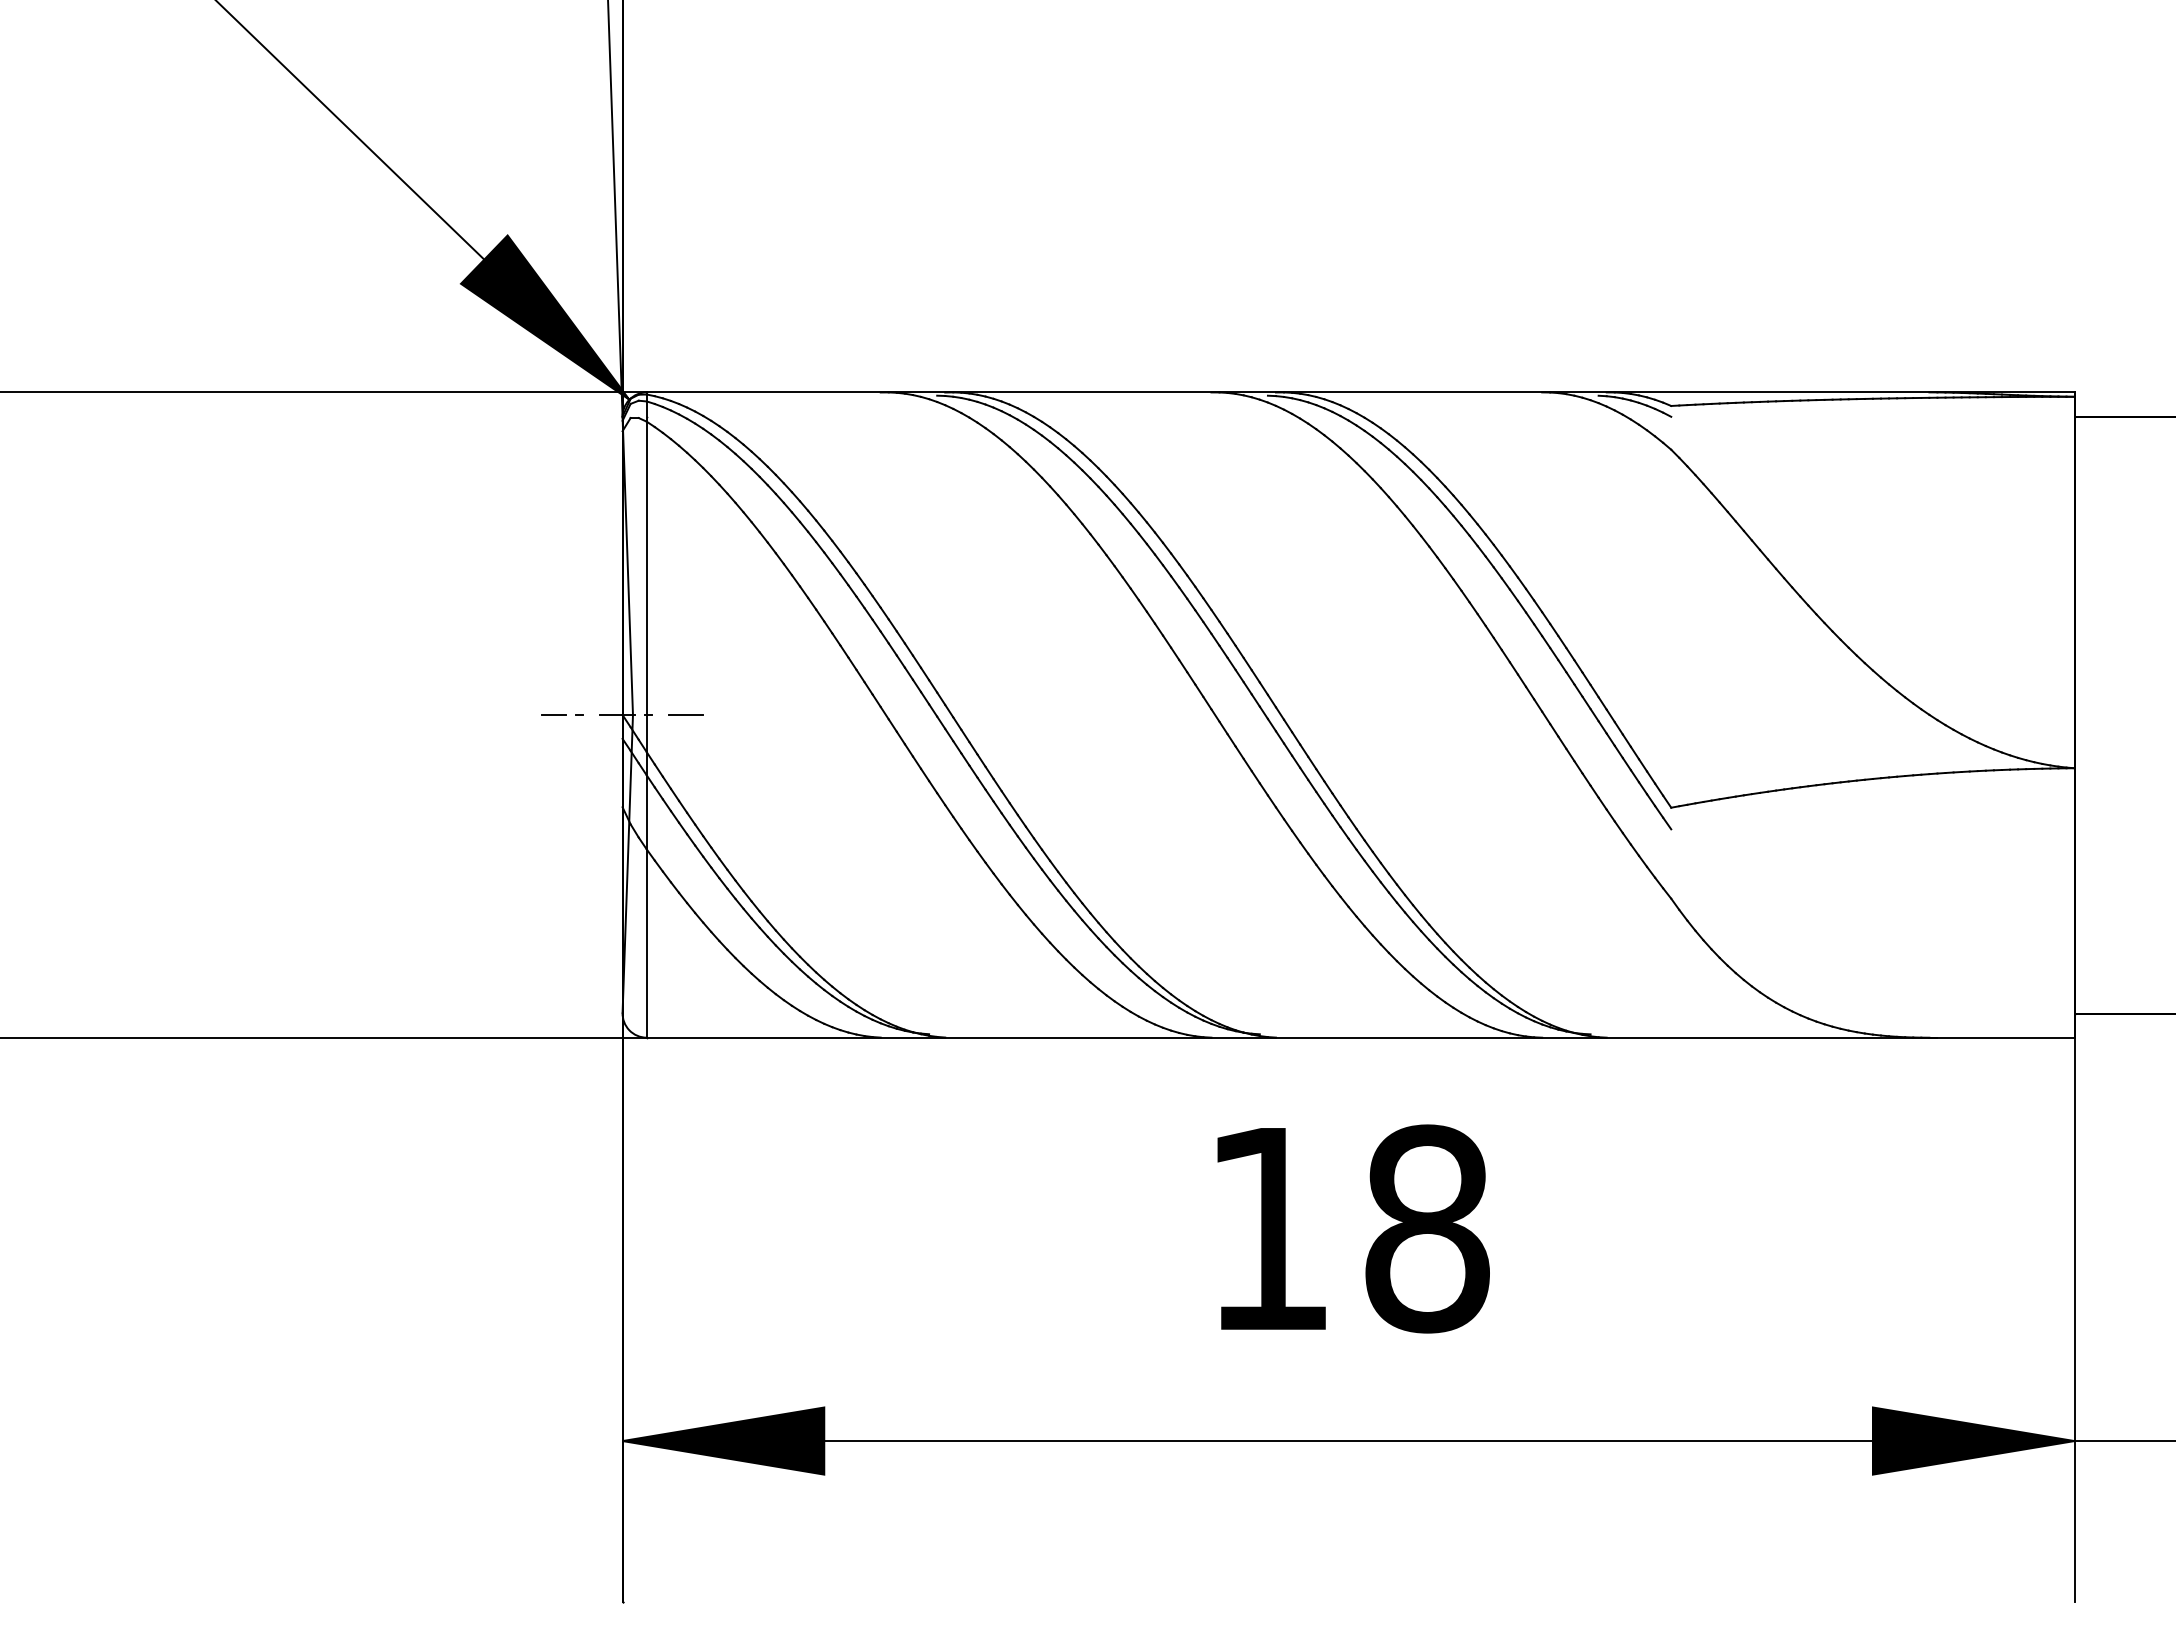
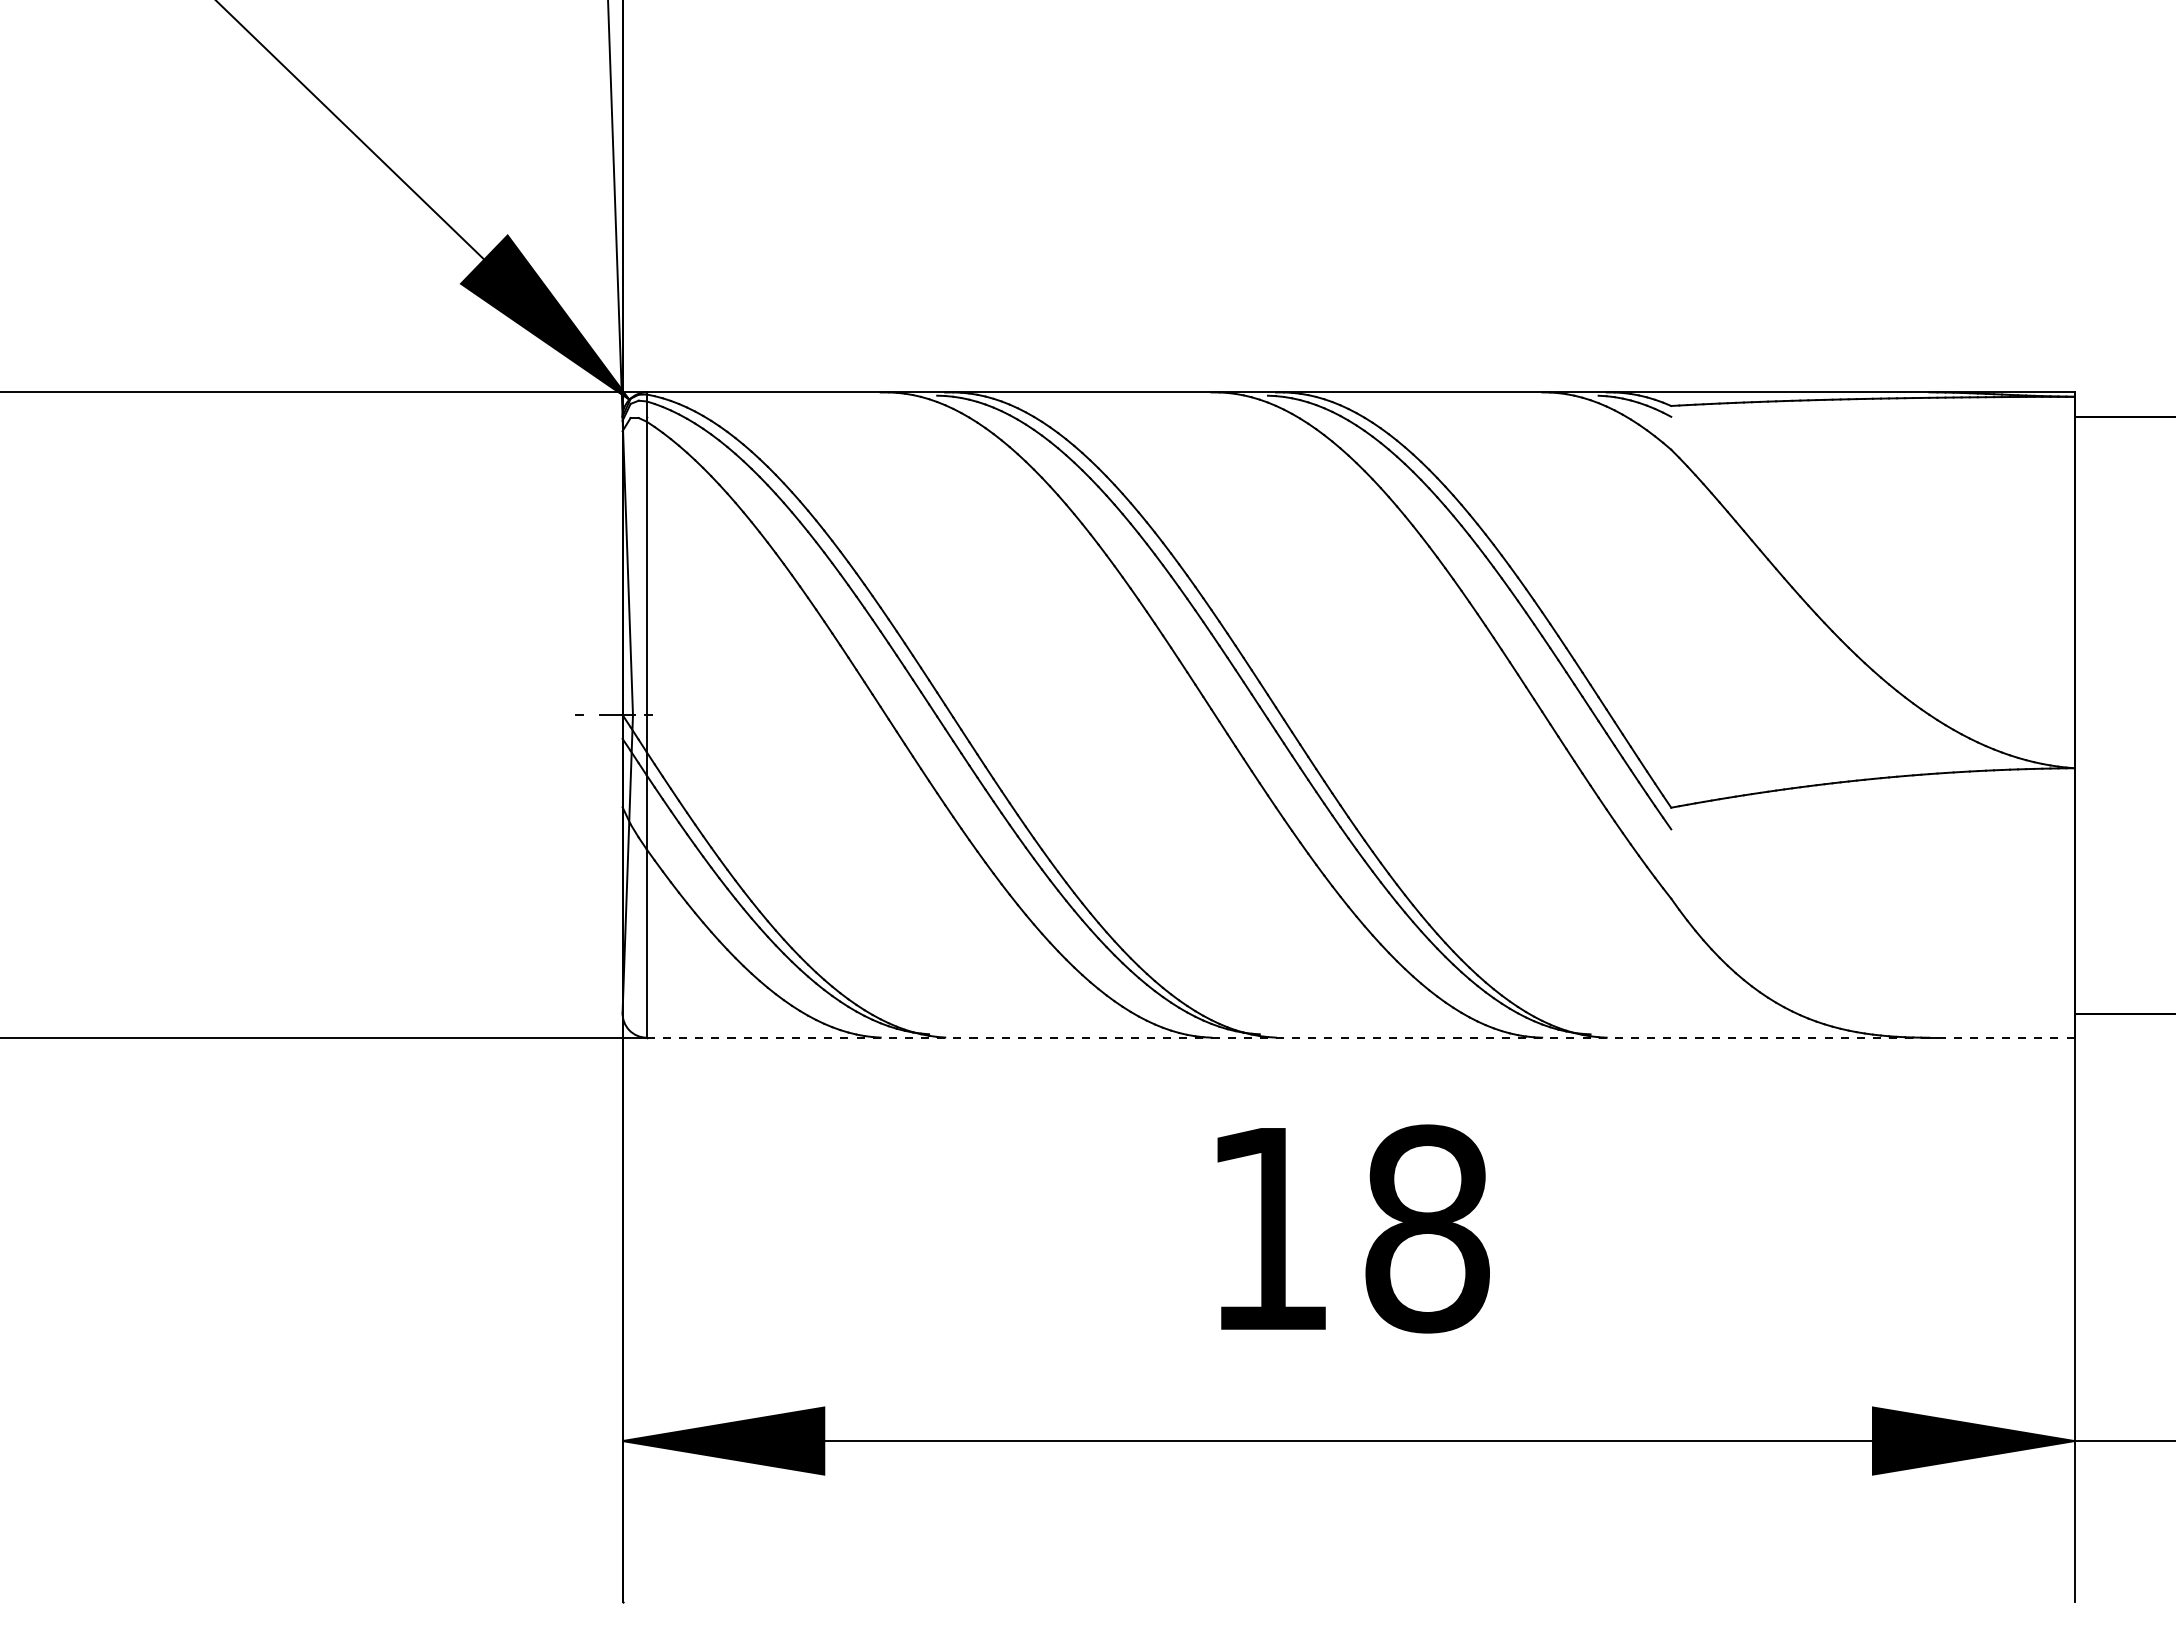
line at (685, 714): present -> none
line at (553, 715): present -> none
line at (1360, 1037): solid -> dashed
